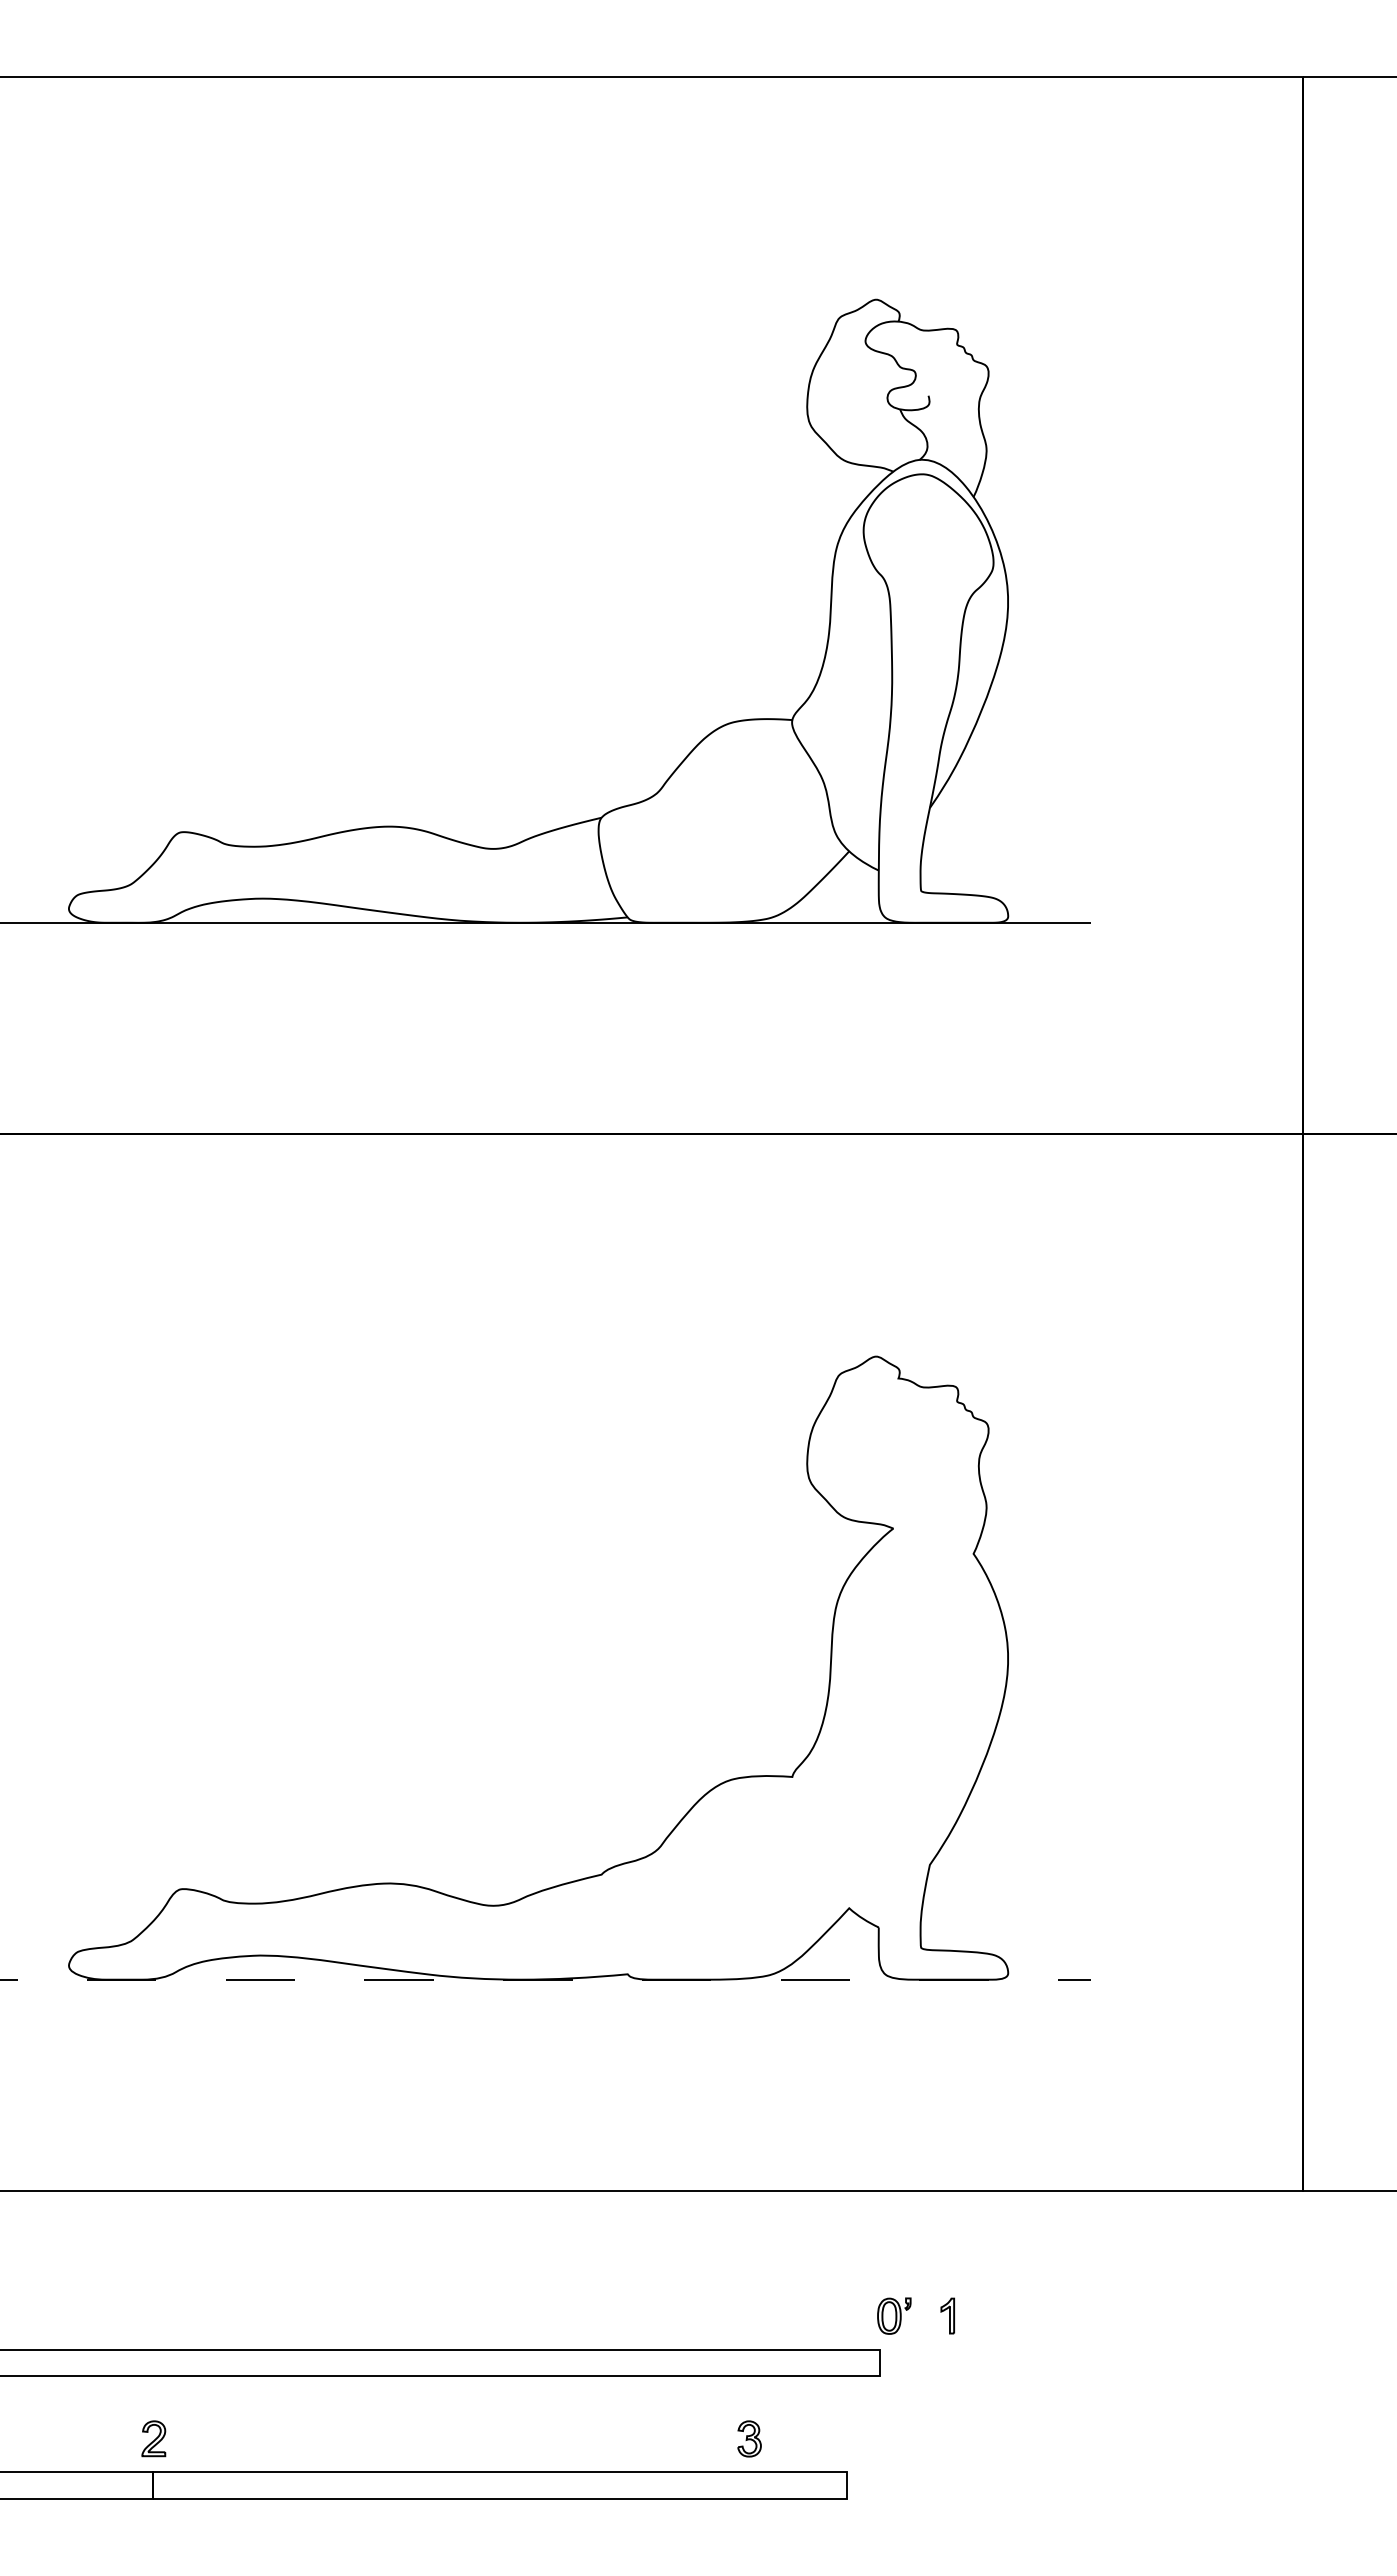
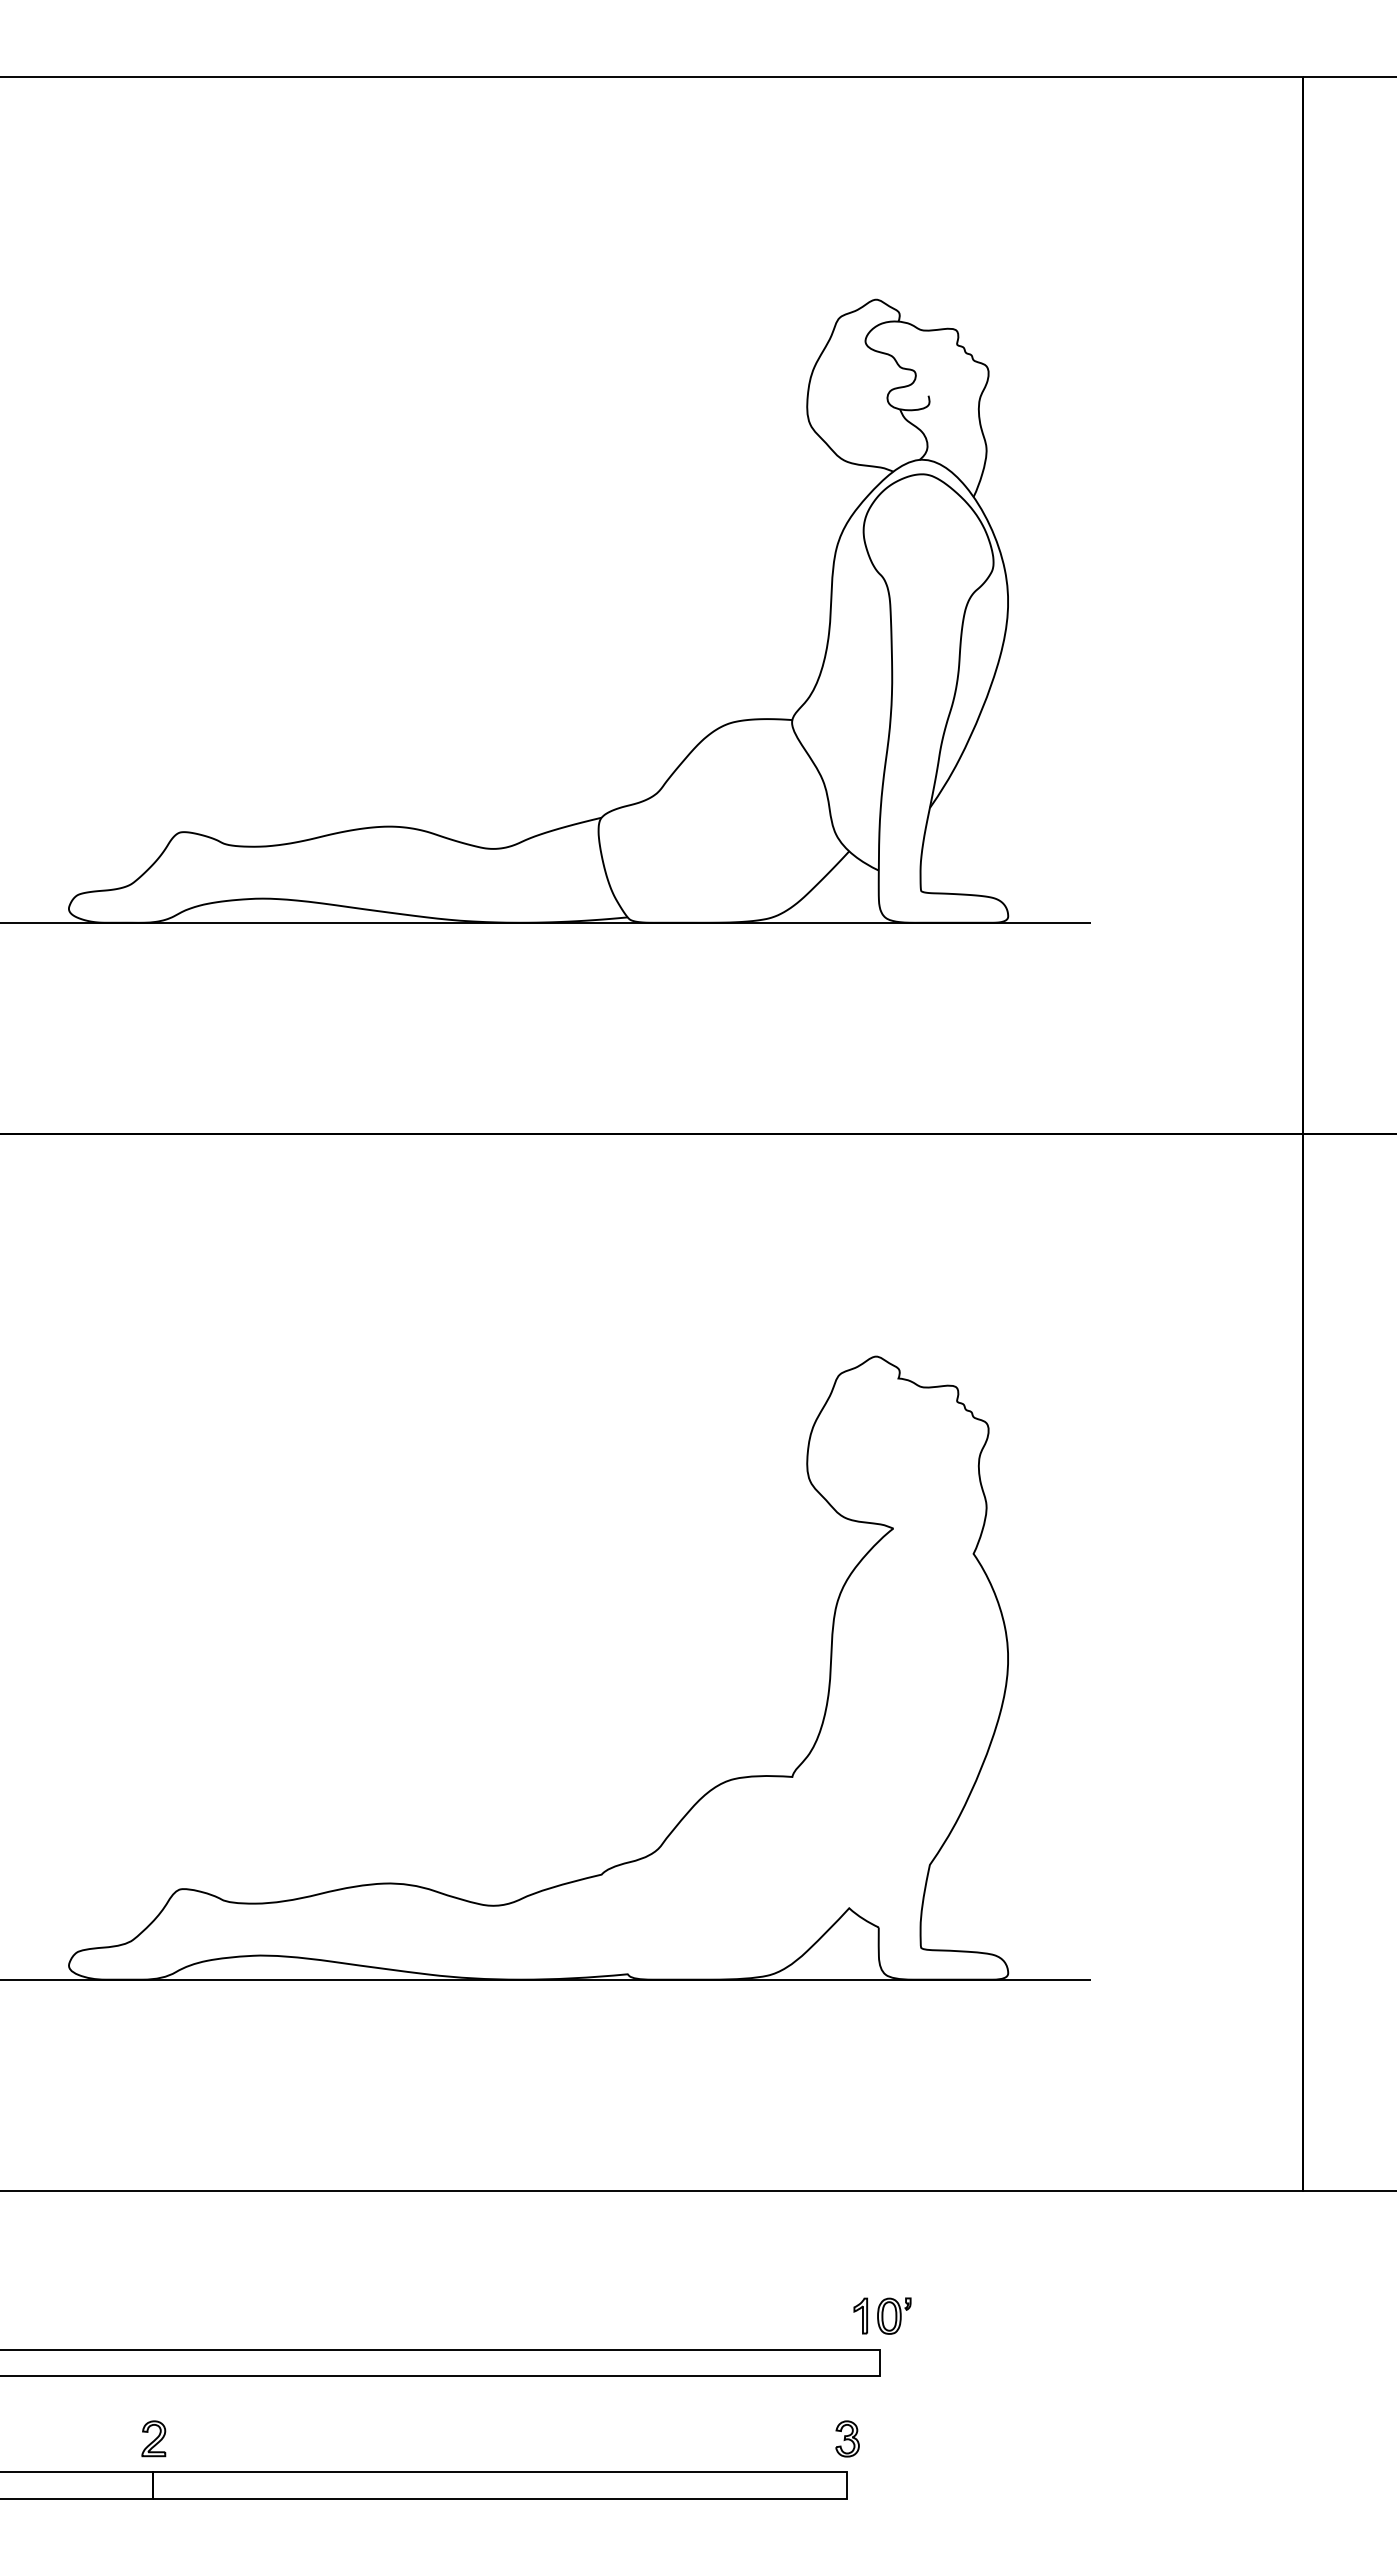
line at (546, 1979): dashed -> solid
part at (947, 2315) position: (947, 2315) -> (860, 2315)
part at (749, 2438) position: (749, 2438) -> (847, 2438)
